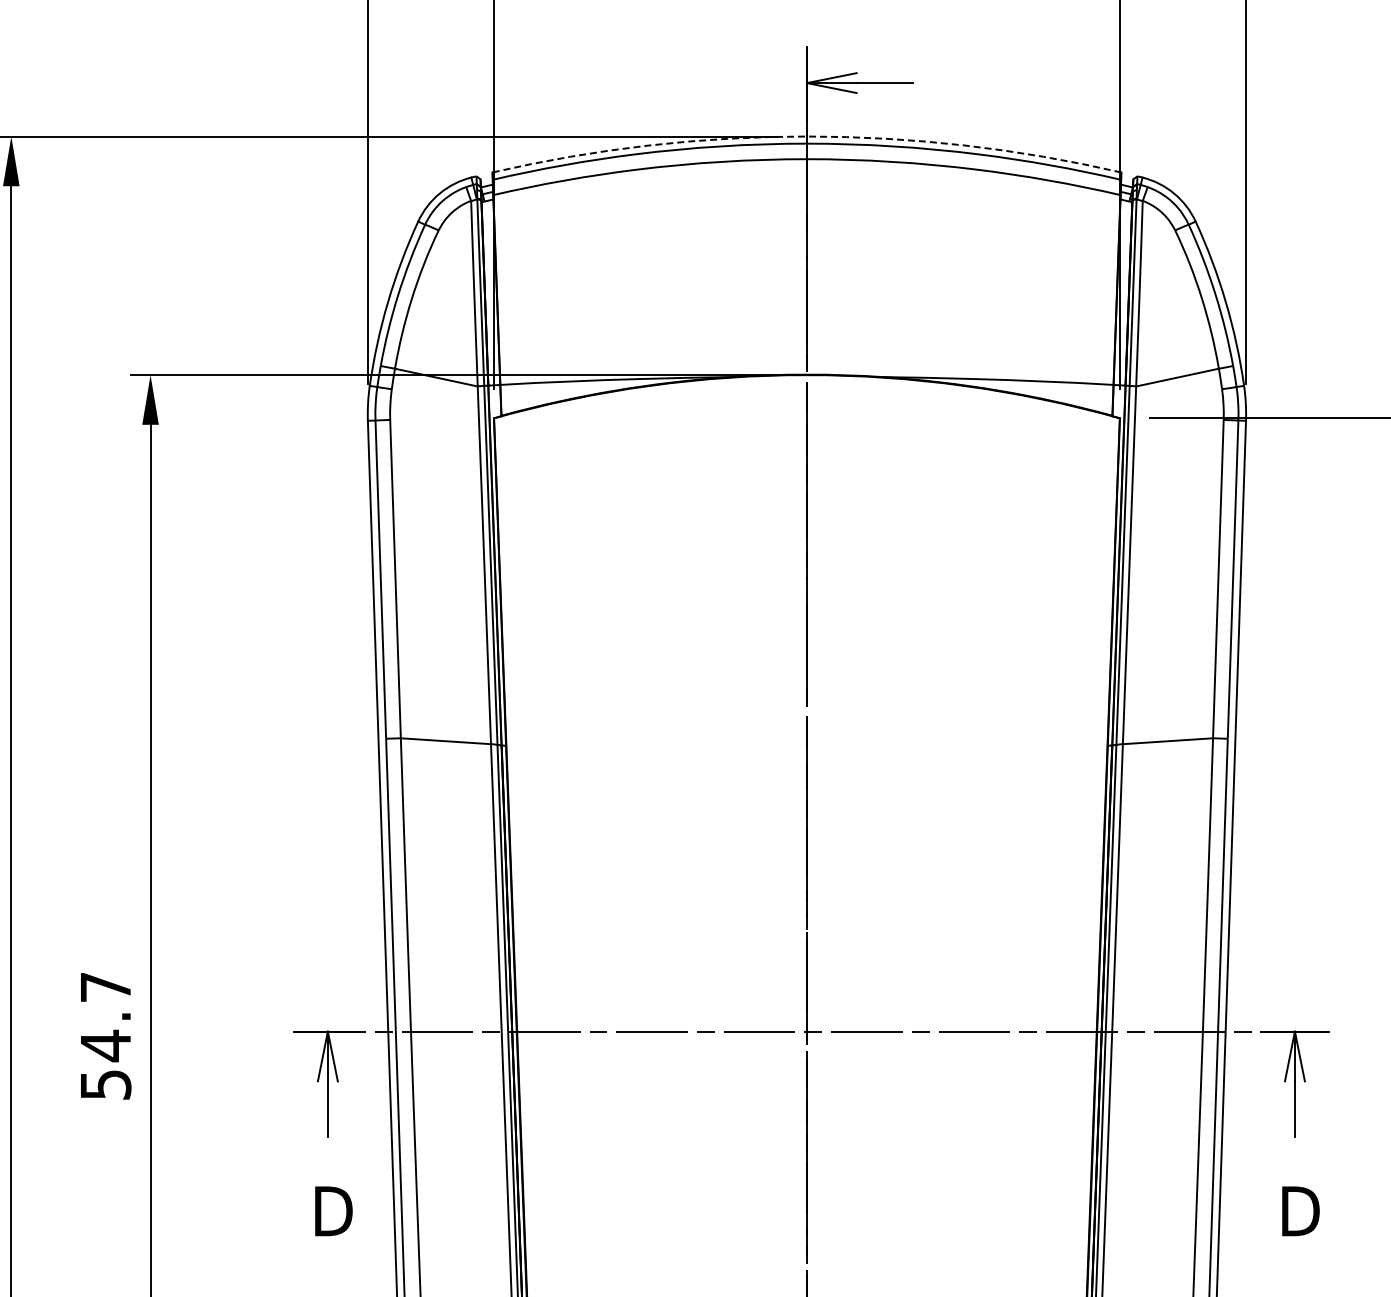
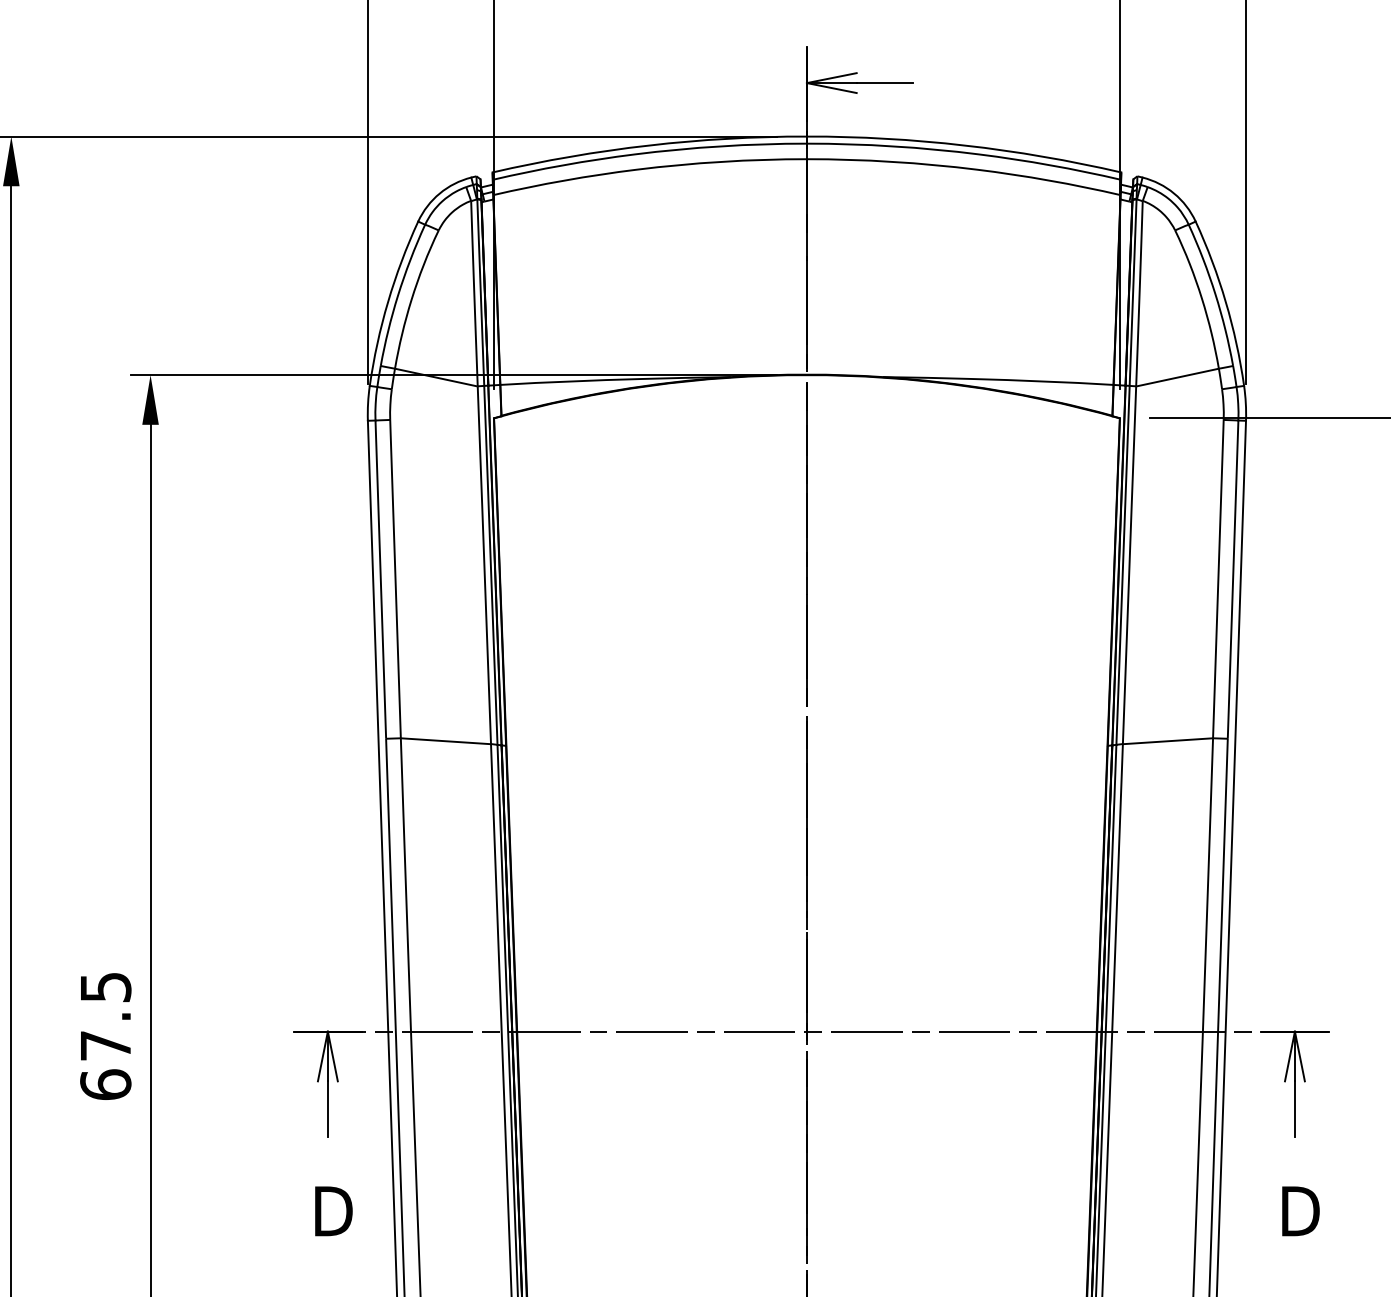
arc at (806, 136): dashed -> solid
text at (105, 1036): 54.7 -> 67.5
